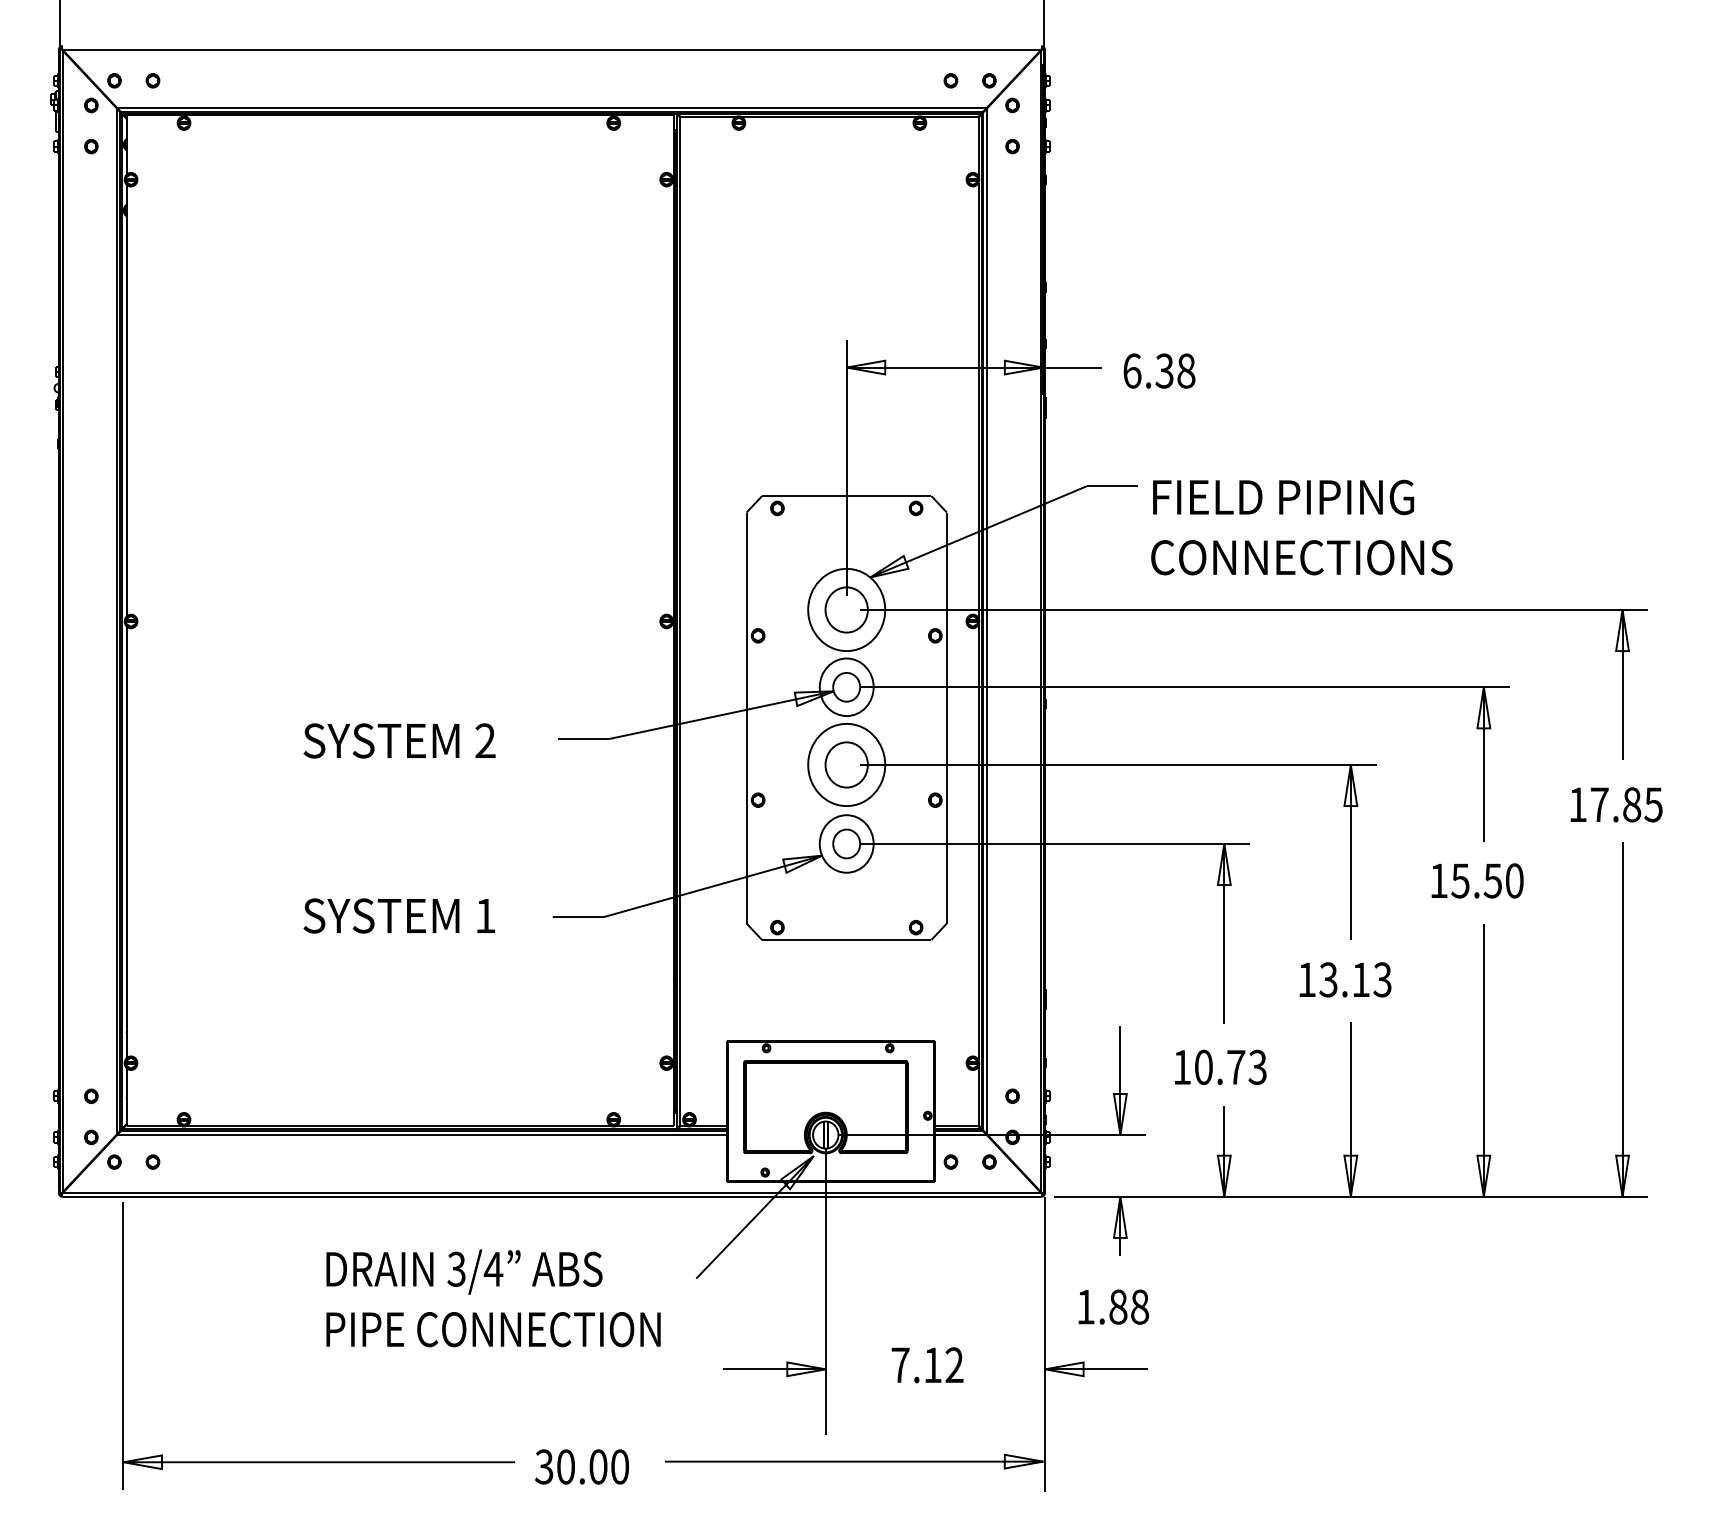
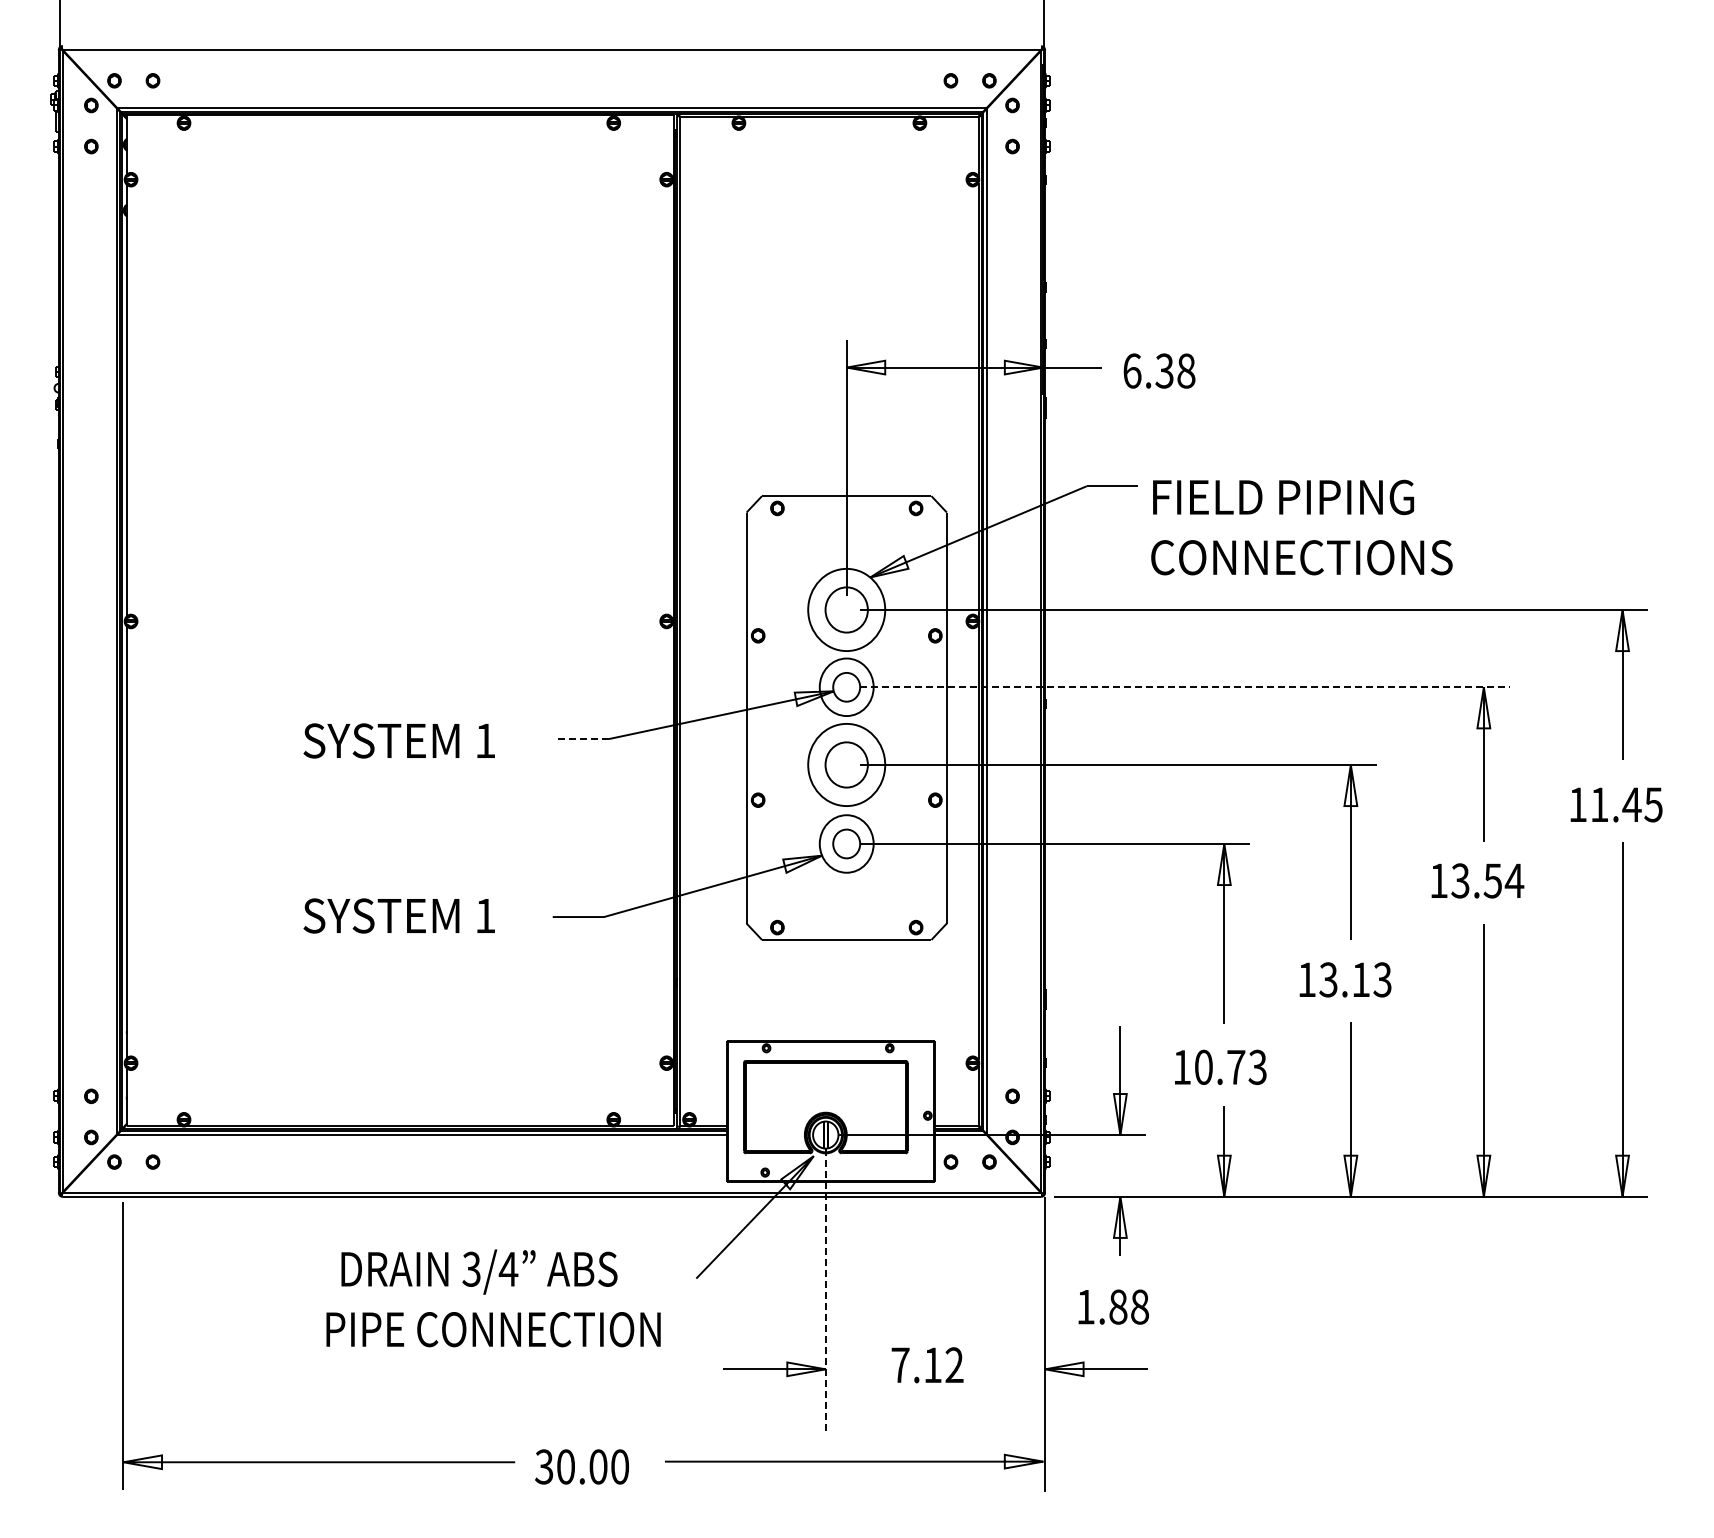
line at (1184, 687): solid -> dashed
line at (583, 739): solid -> dashed
text at (485, 740): 2 -> 1
text at (1615, 804): 17.85 -> 11.45
text at (1487, 880): 15.50 -> 13.54
text at (464, 1271) position: (464, 1271) -> (479, 1271)
line at (825, 1291): solid -> dashed
